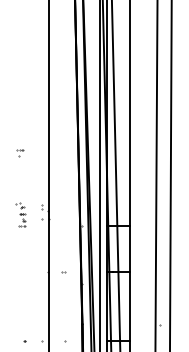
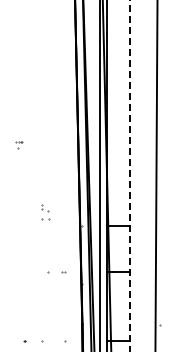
part at (20, 153) position: (20, 153) -> (19, 145)
line at (49, 175): present -> none
line at (115, 175): present -> none
line at (170, 175): present -> none
line at (129, 176): solid -> dashed
part at (20, 214): present -> none
